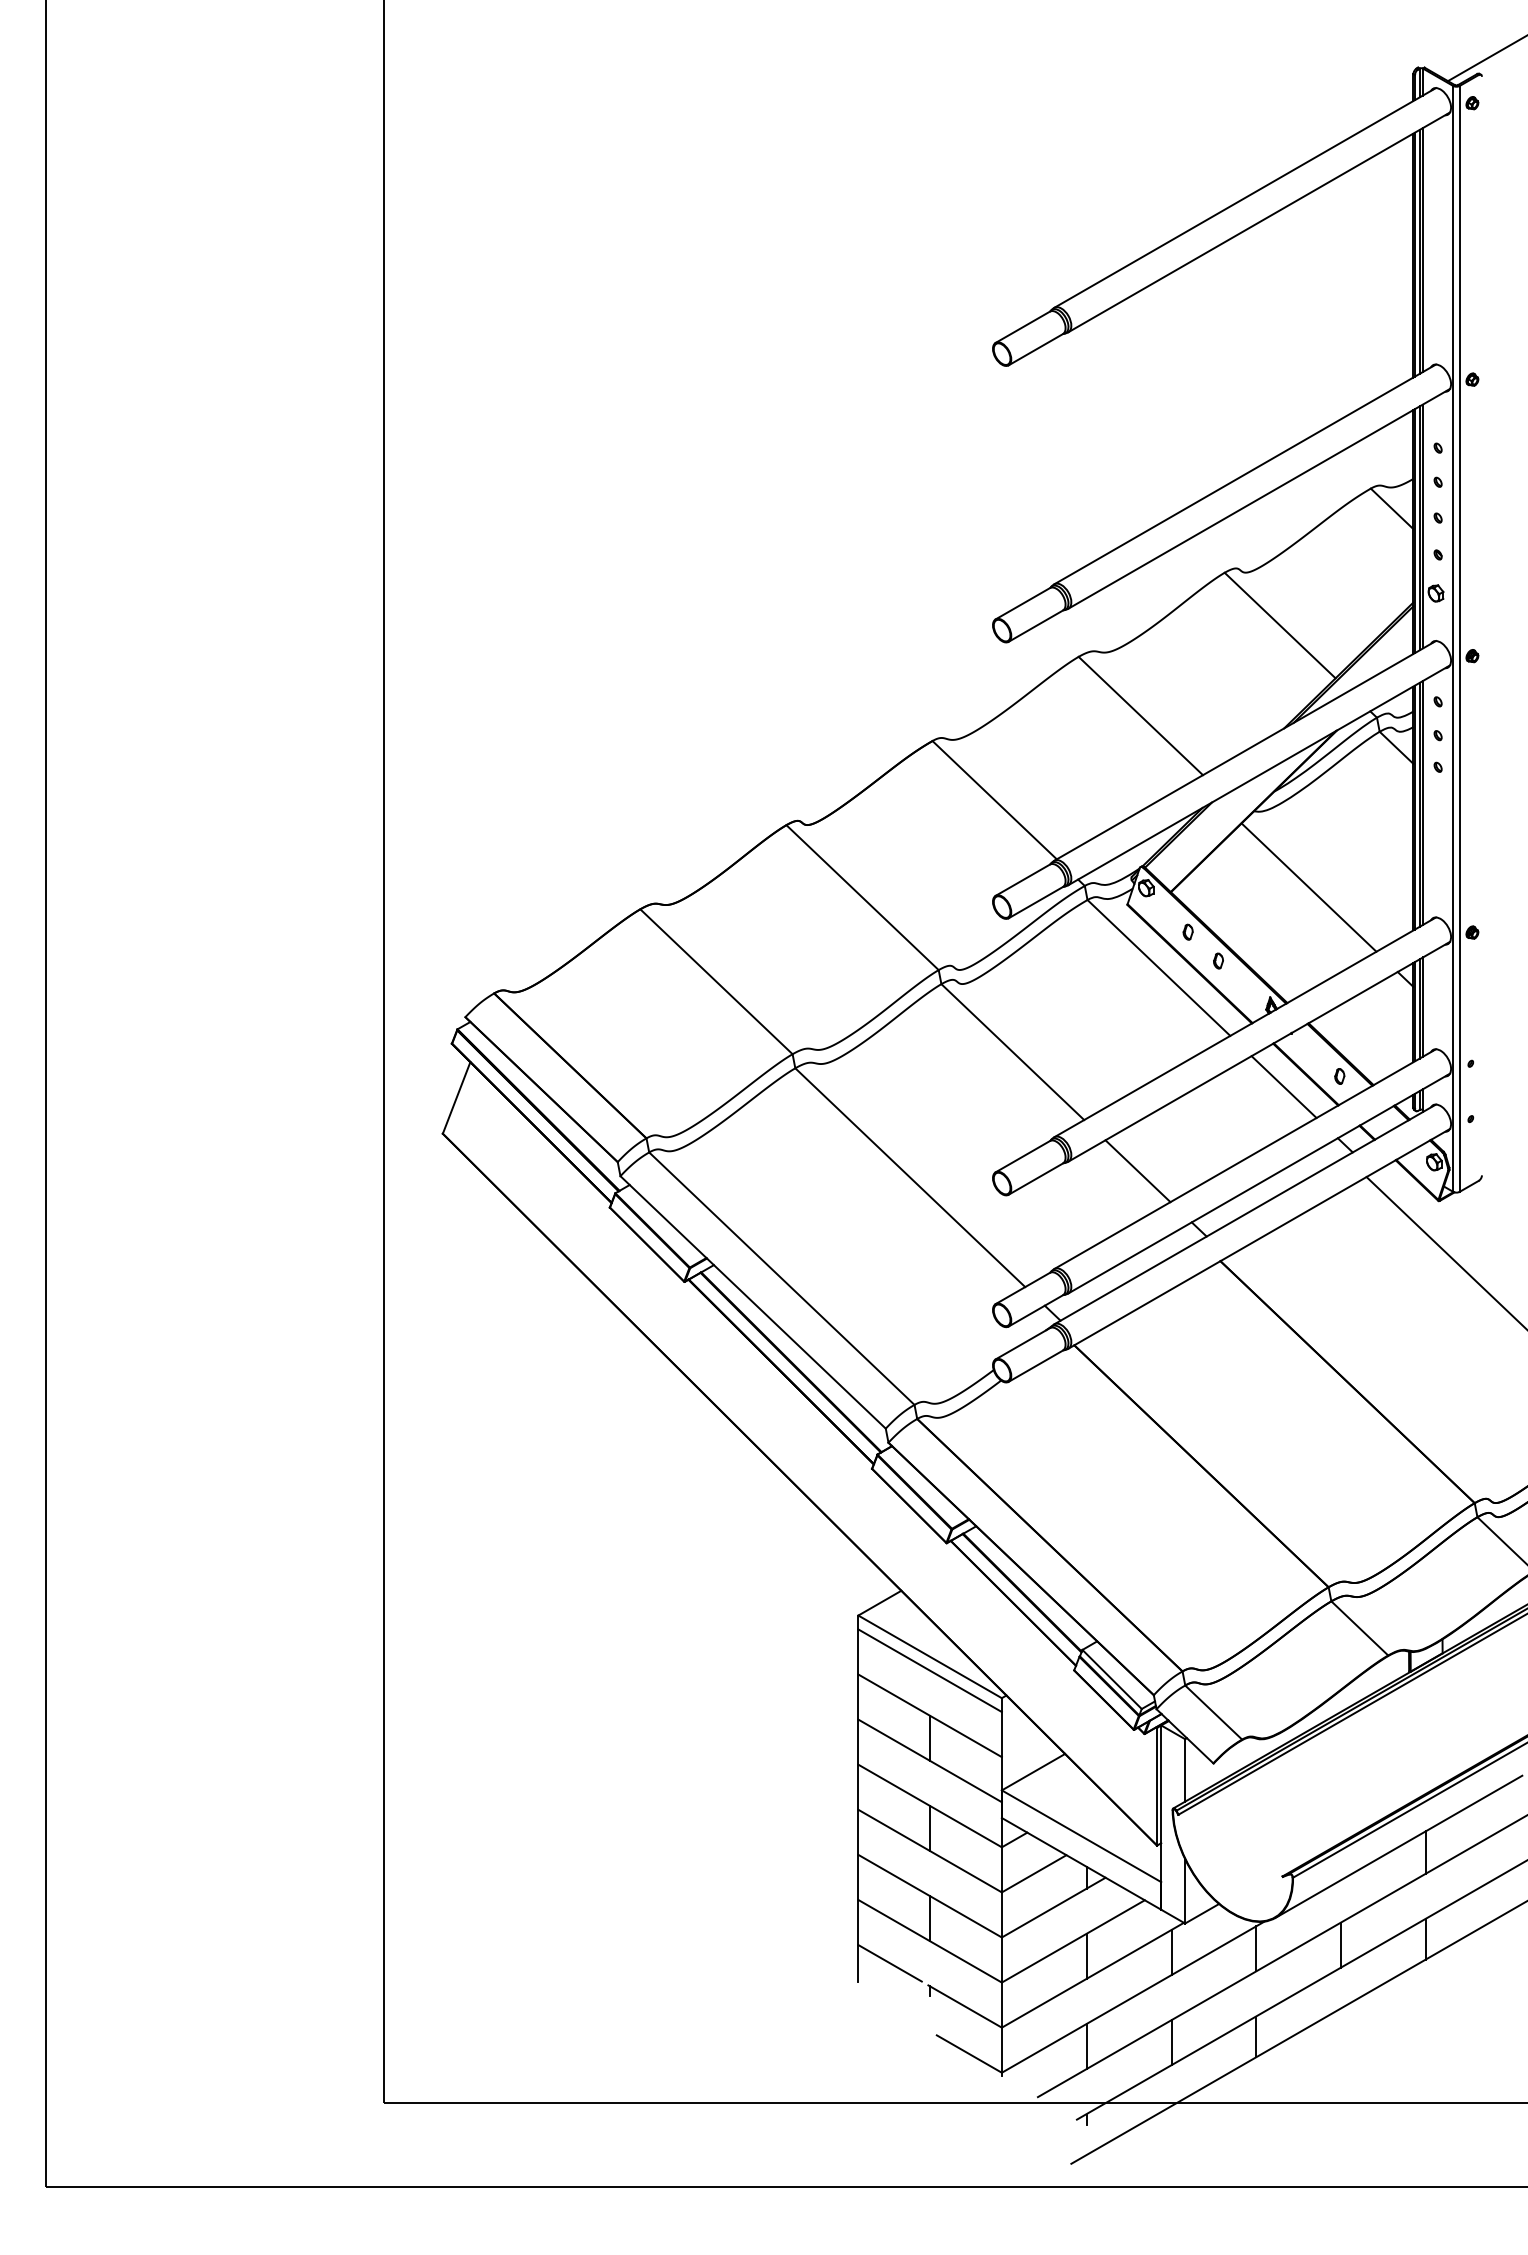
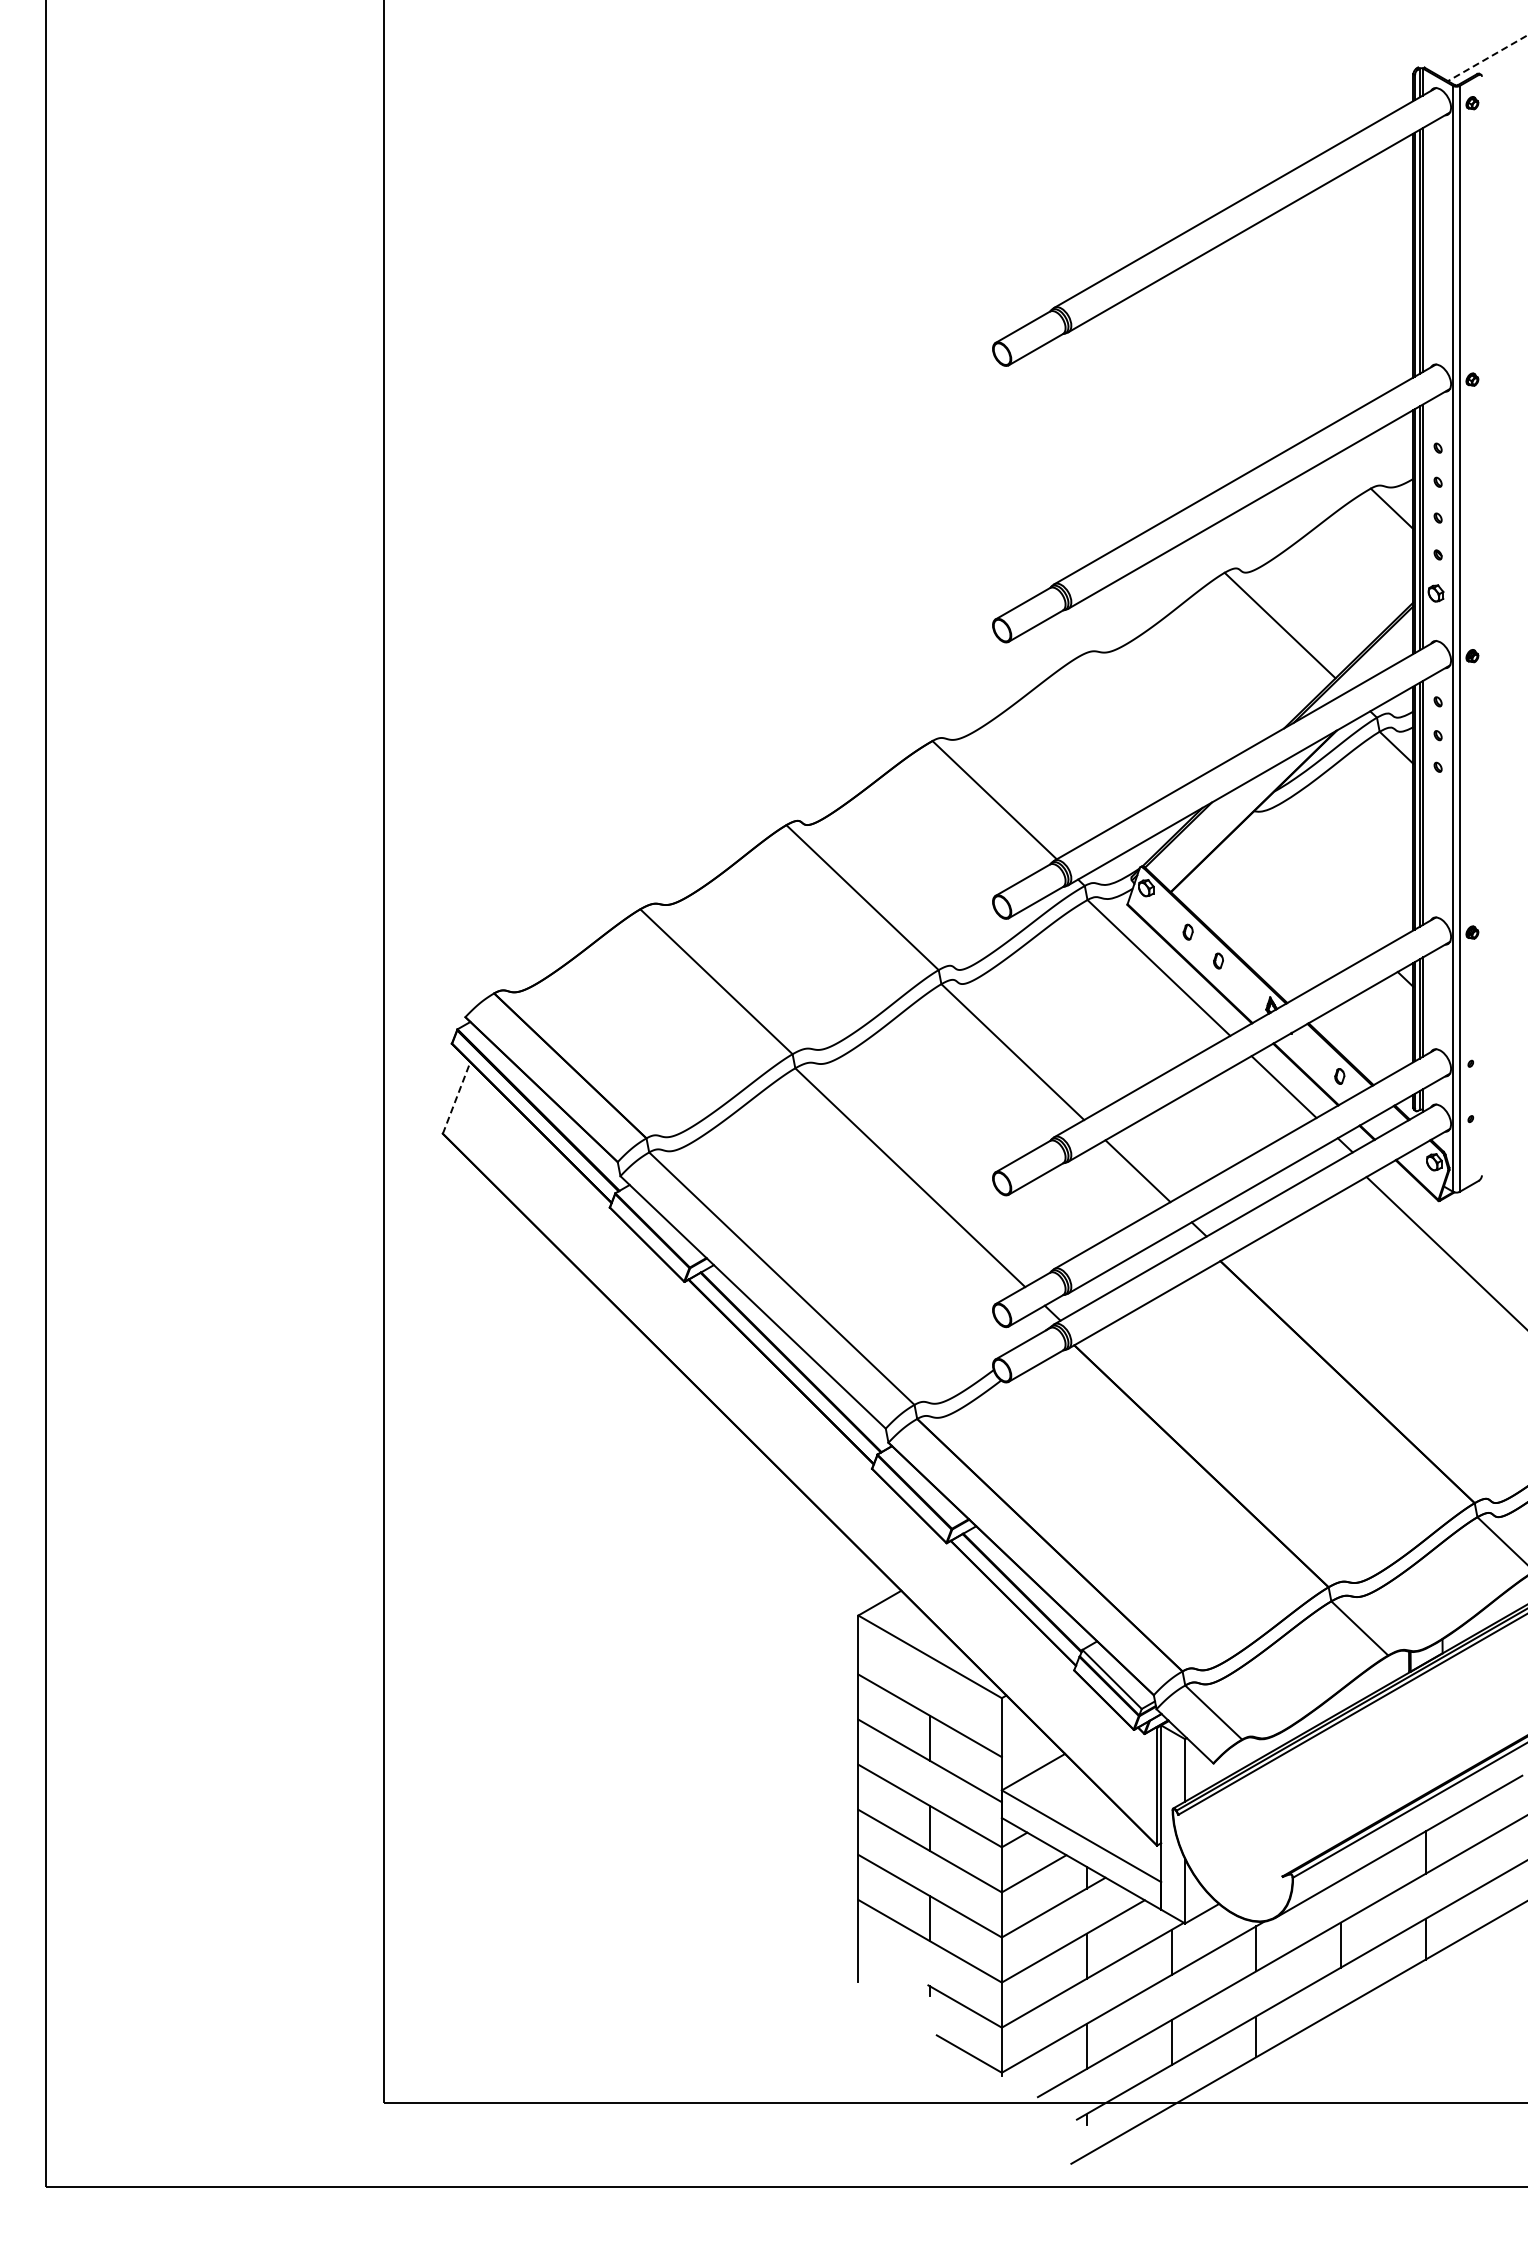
line at (1487, 58): solid -> dashed
line at (1140, 715): present -> none
line at (1308, 887): present -> none
line at (456, 1097): solid -> dashed
line at (929, 1670): present -> none
line at (889, 1963): present -> none
